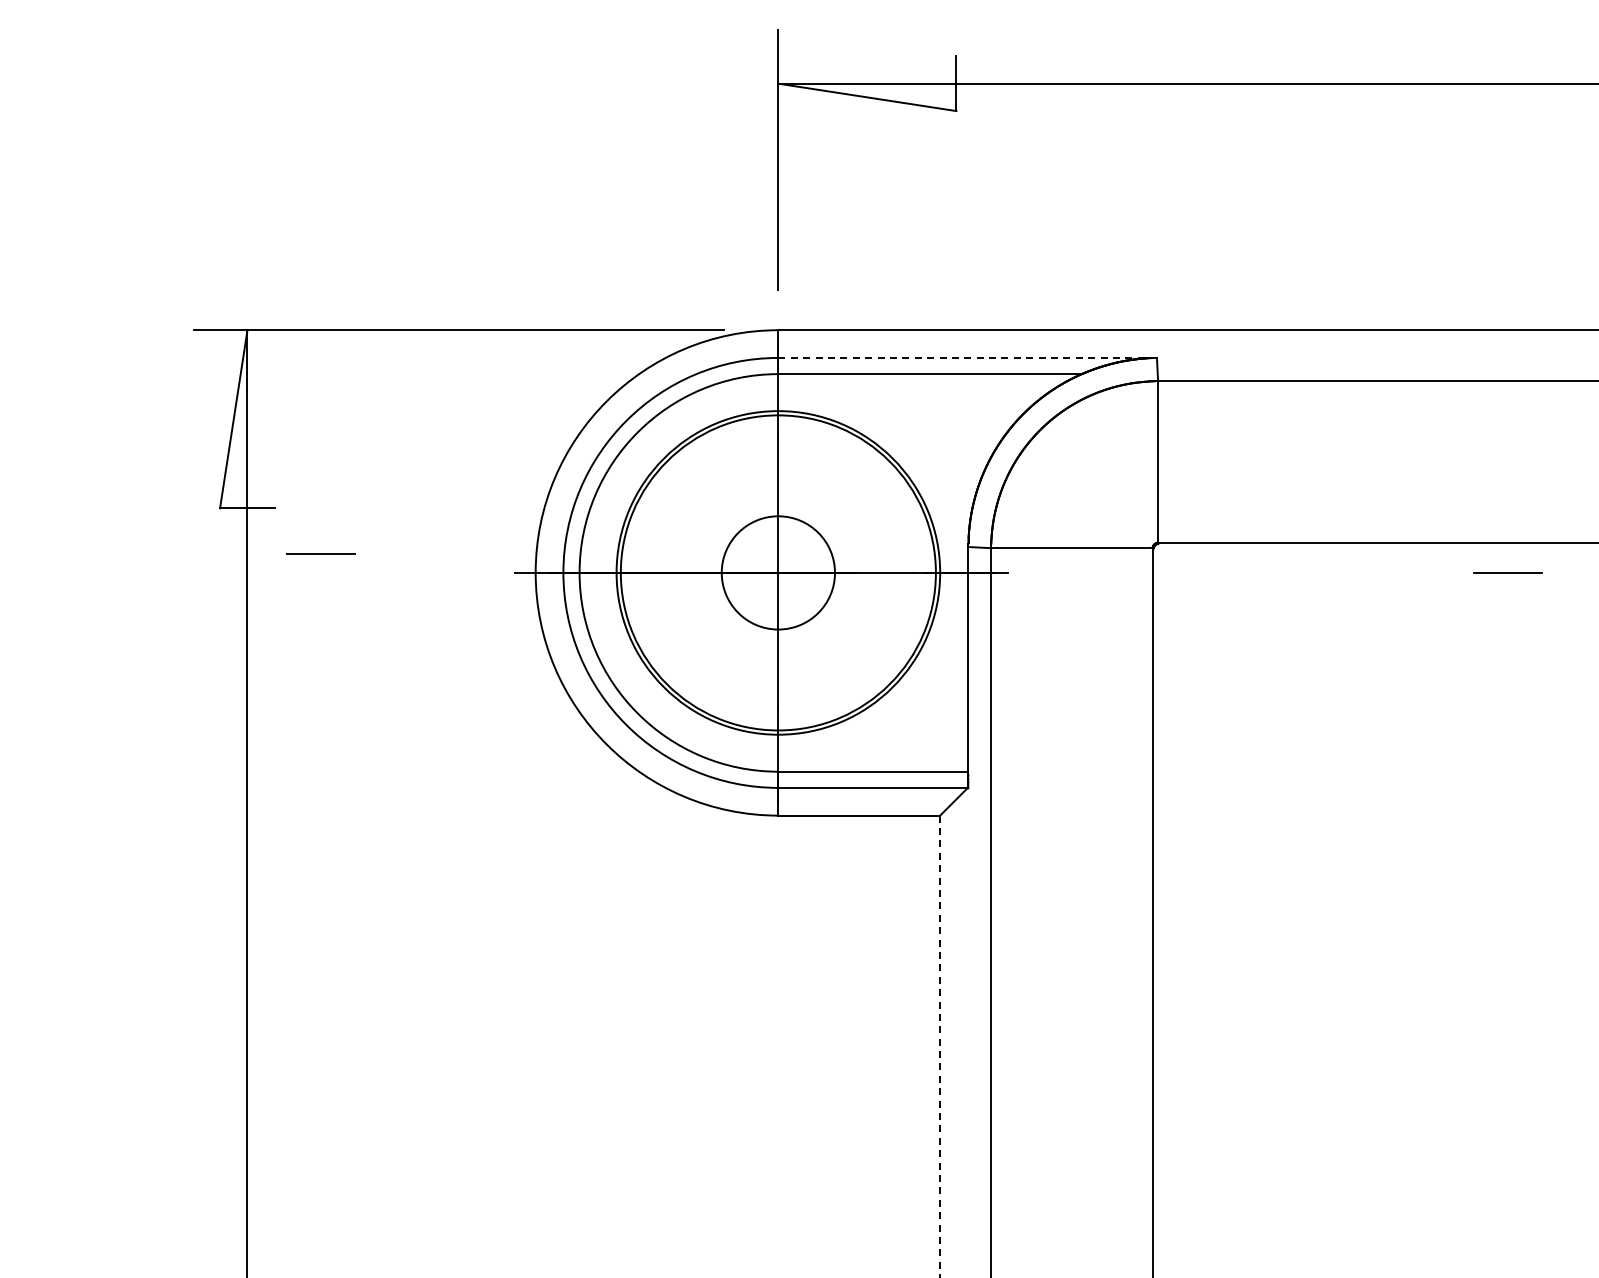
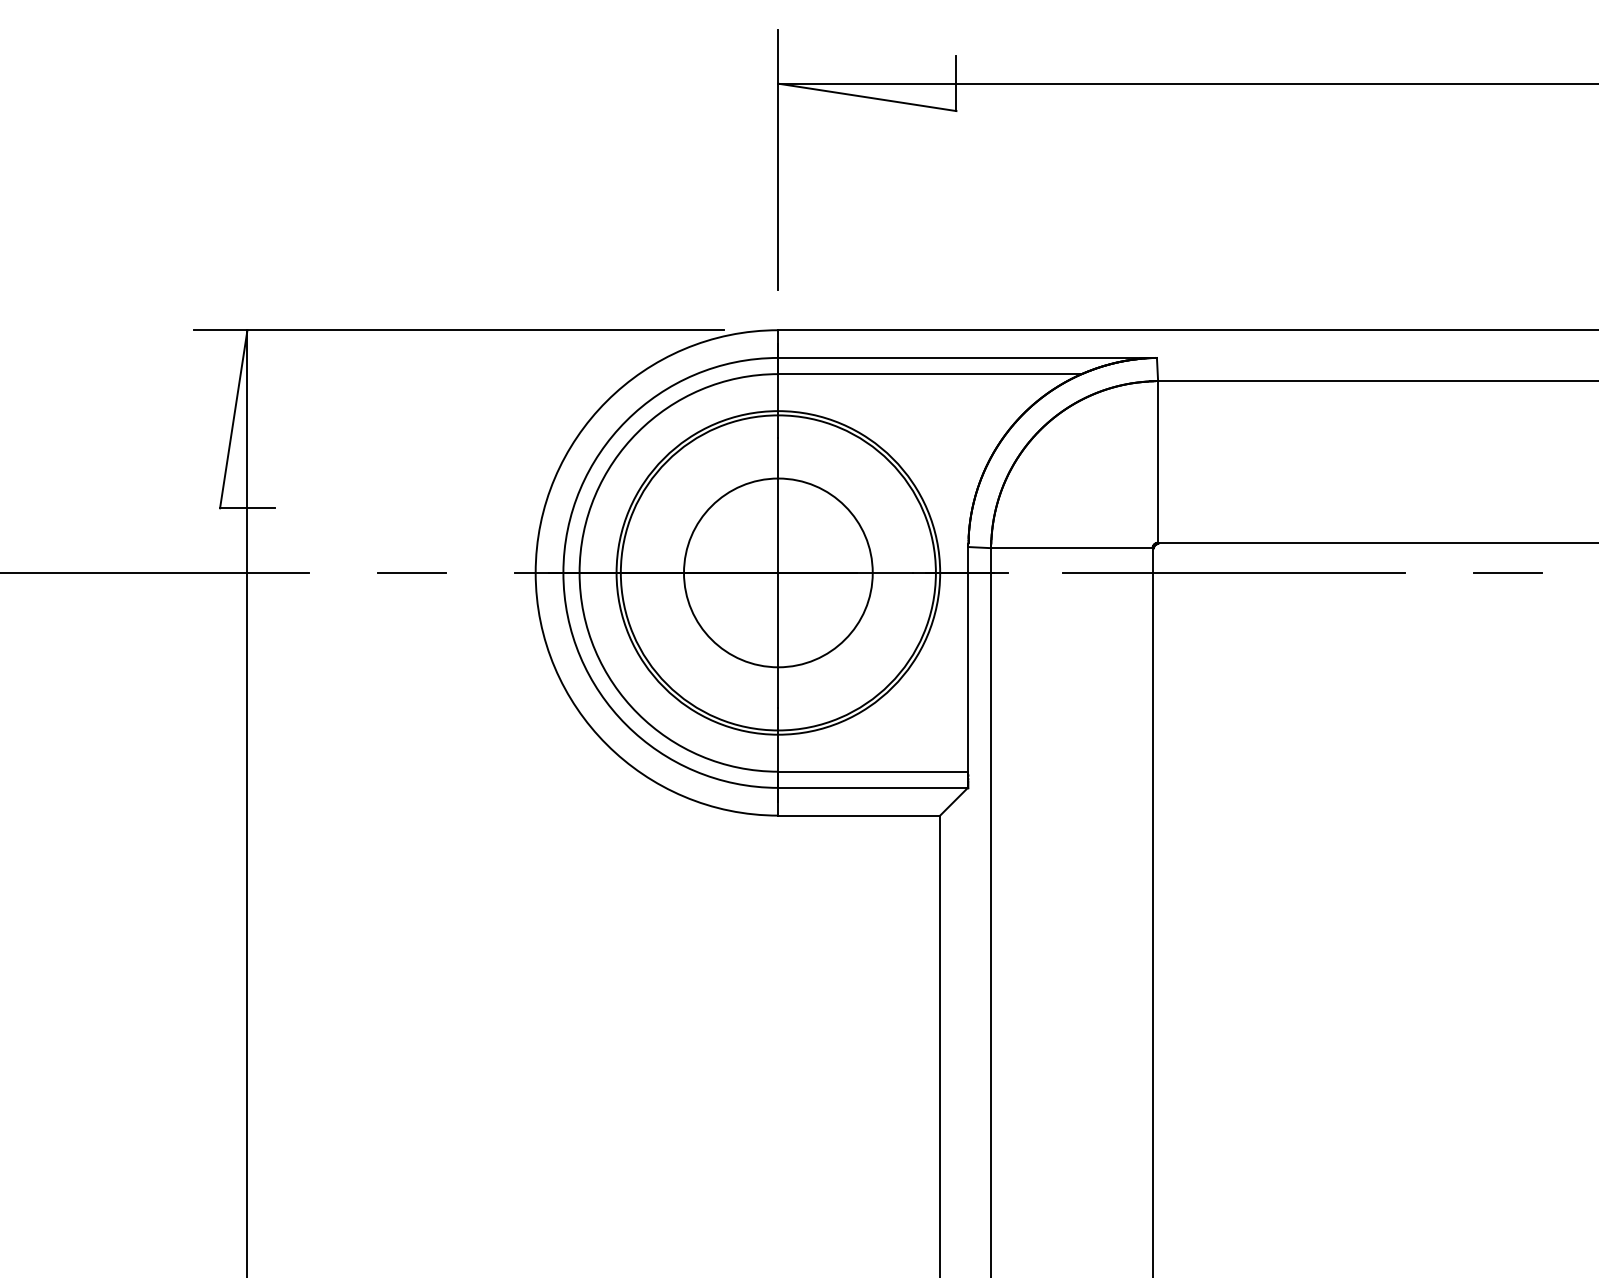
line at (968, 357): dashed -> solid
line at (320, 553) position: (320, 553) -> (411, 572)
line at (155, 572): none -> present
circle at (778, 572) diameter: 113 px -> 189 px
line at (1233, 572): none -> present
line at (940, 1046): dashed -> solid
